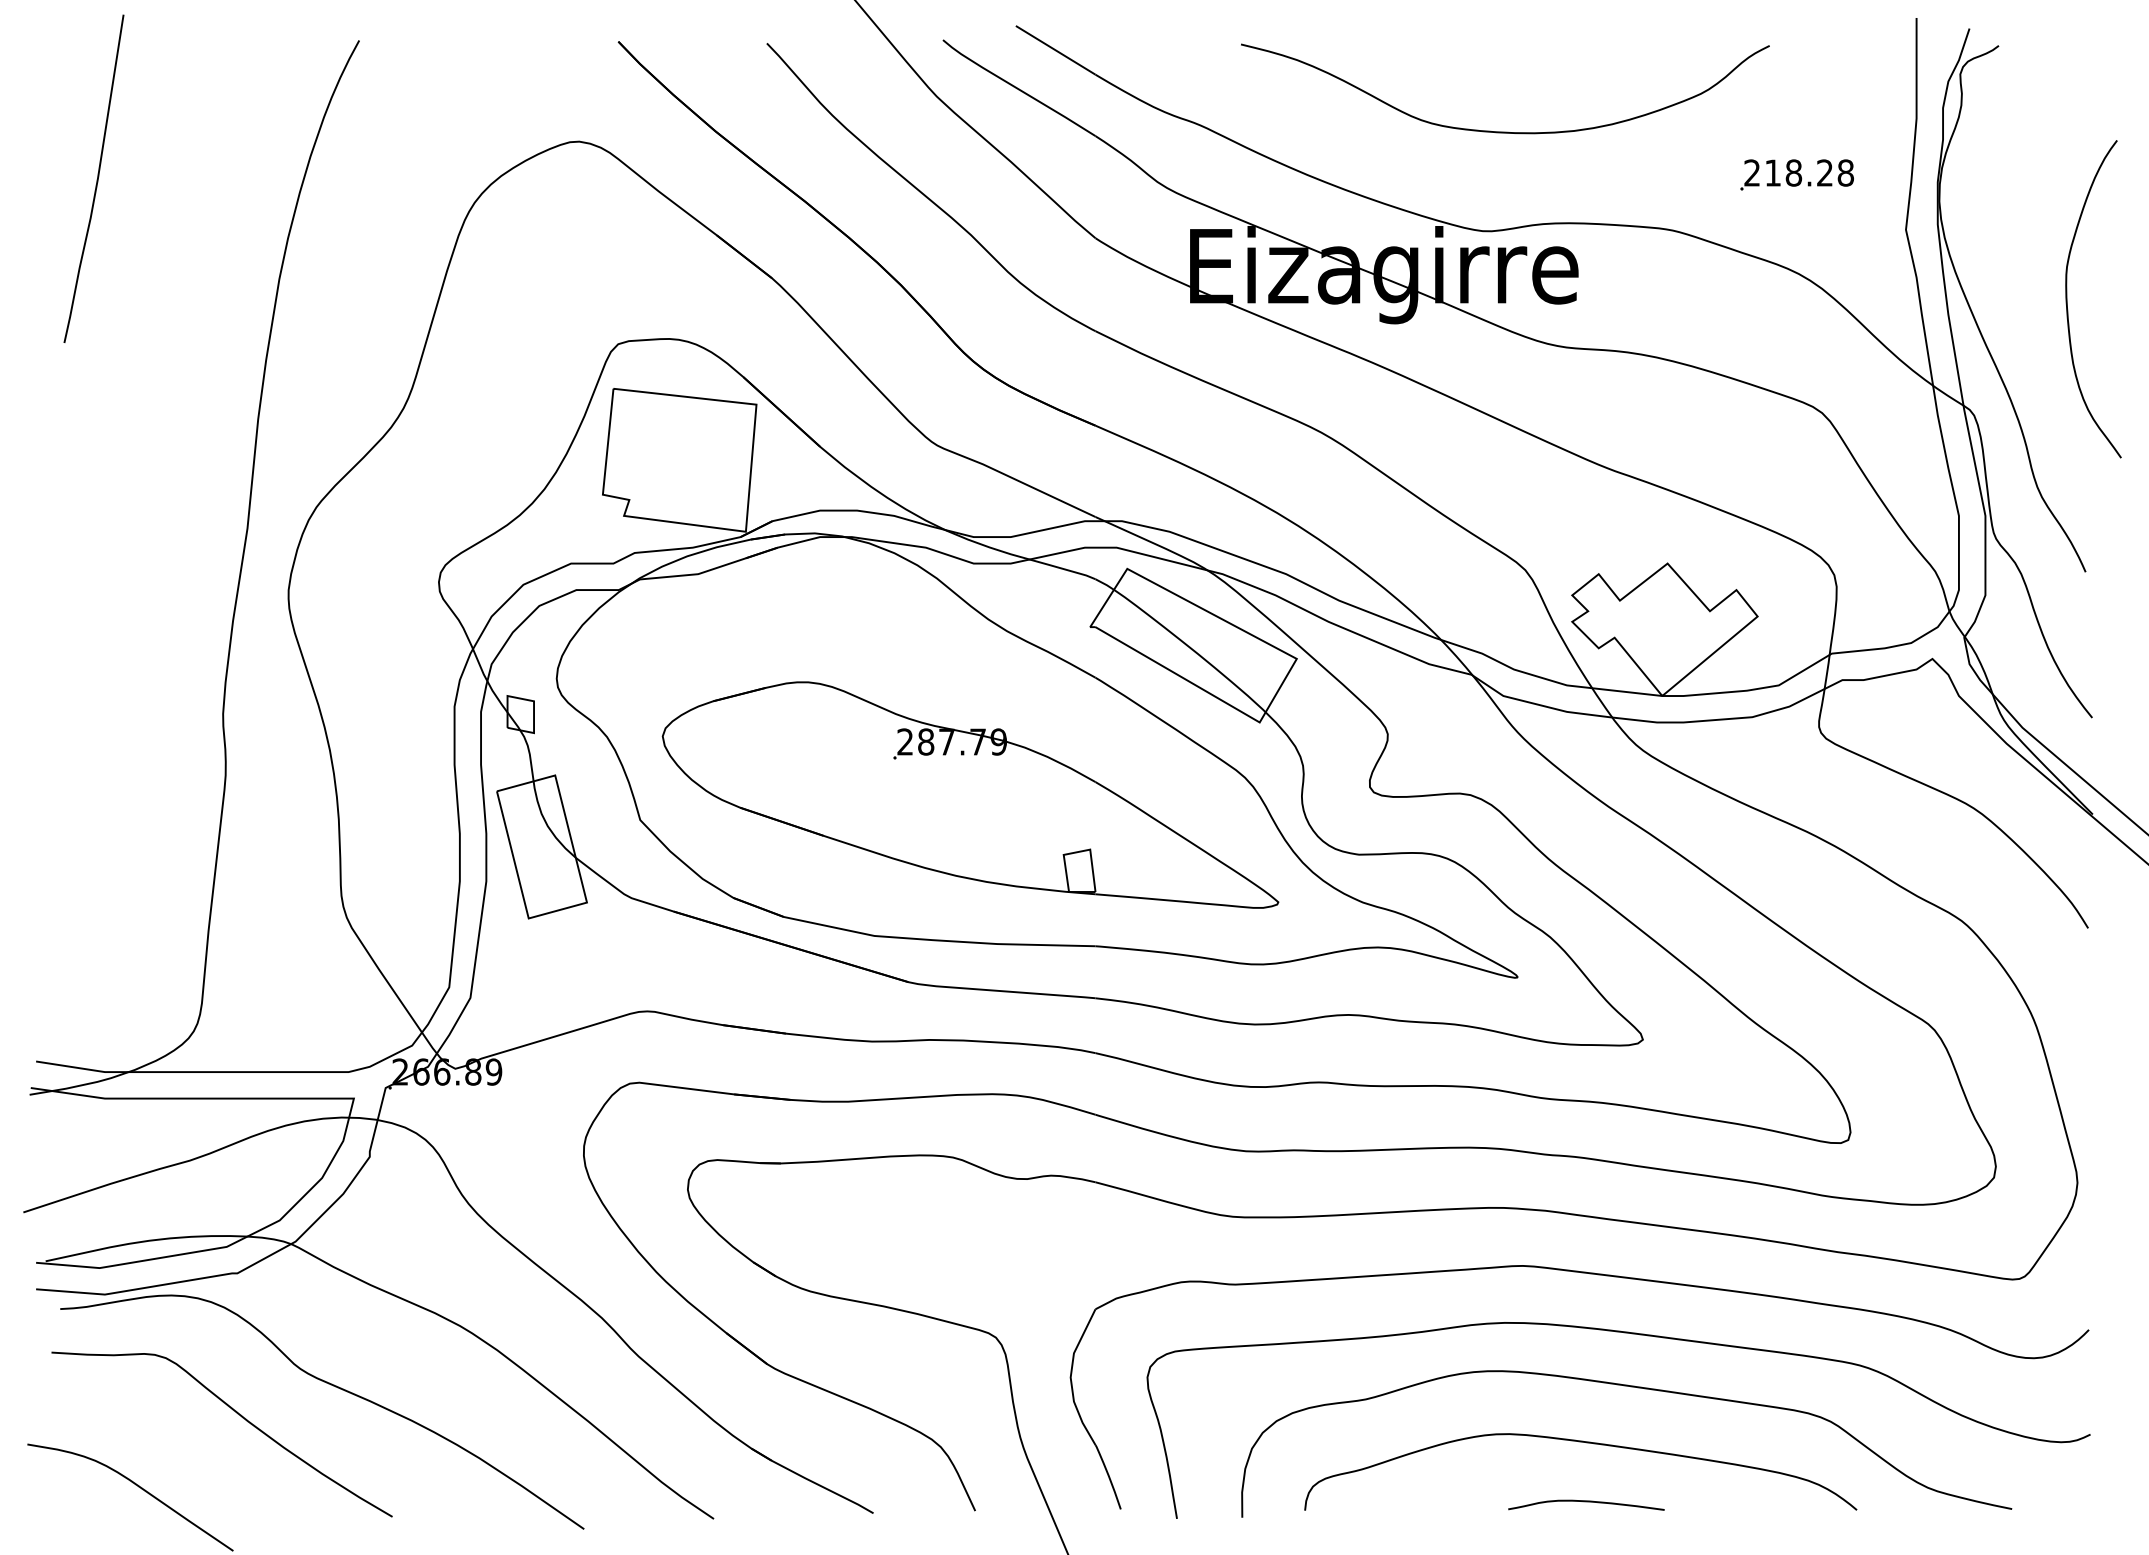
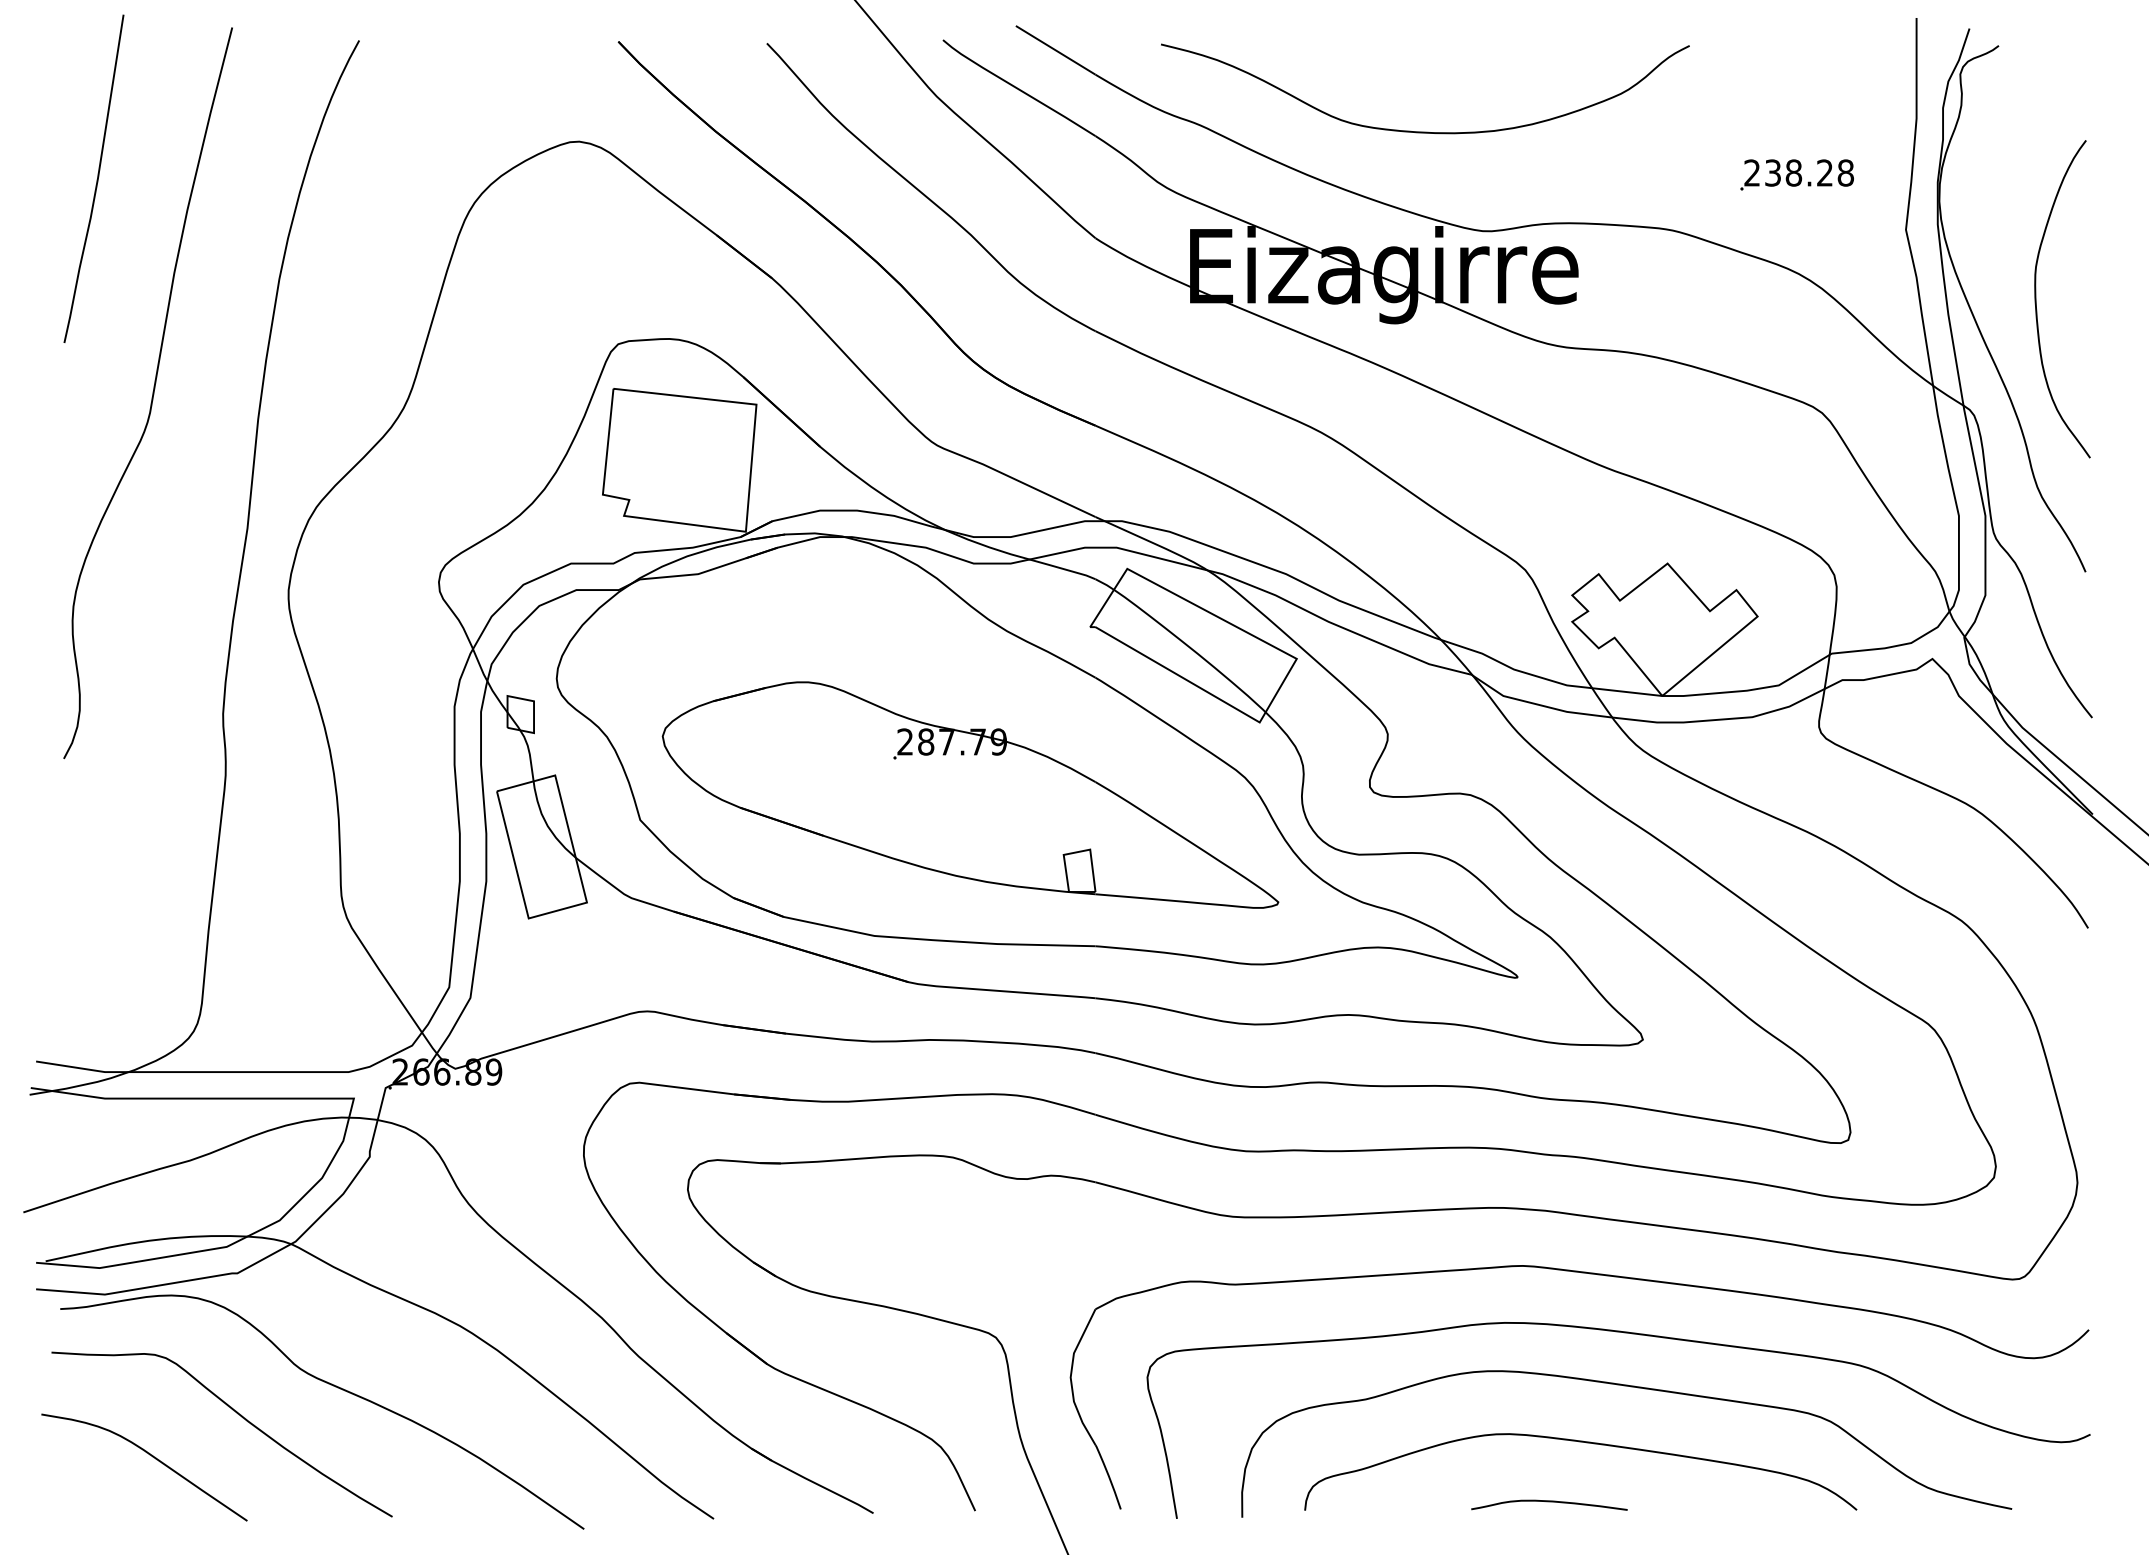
curve at (1505, 131) position: (1505, 131) -> (1425, 131)
text at (1772, 172): 218.28 -> 238.28
curve at (2067, 299) position: (2067, 299) -> (2036, 299)
curve at (152, 393): none -> present
curve at (138, 1487) position: (138, 1487) -> (152, 1457)
curve at (1586, 1502) position: (1586, 1502) -> (1549, 1502)
